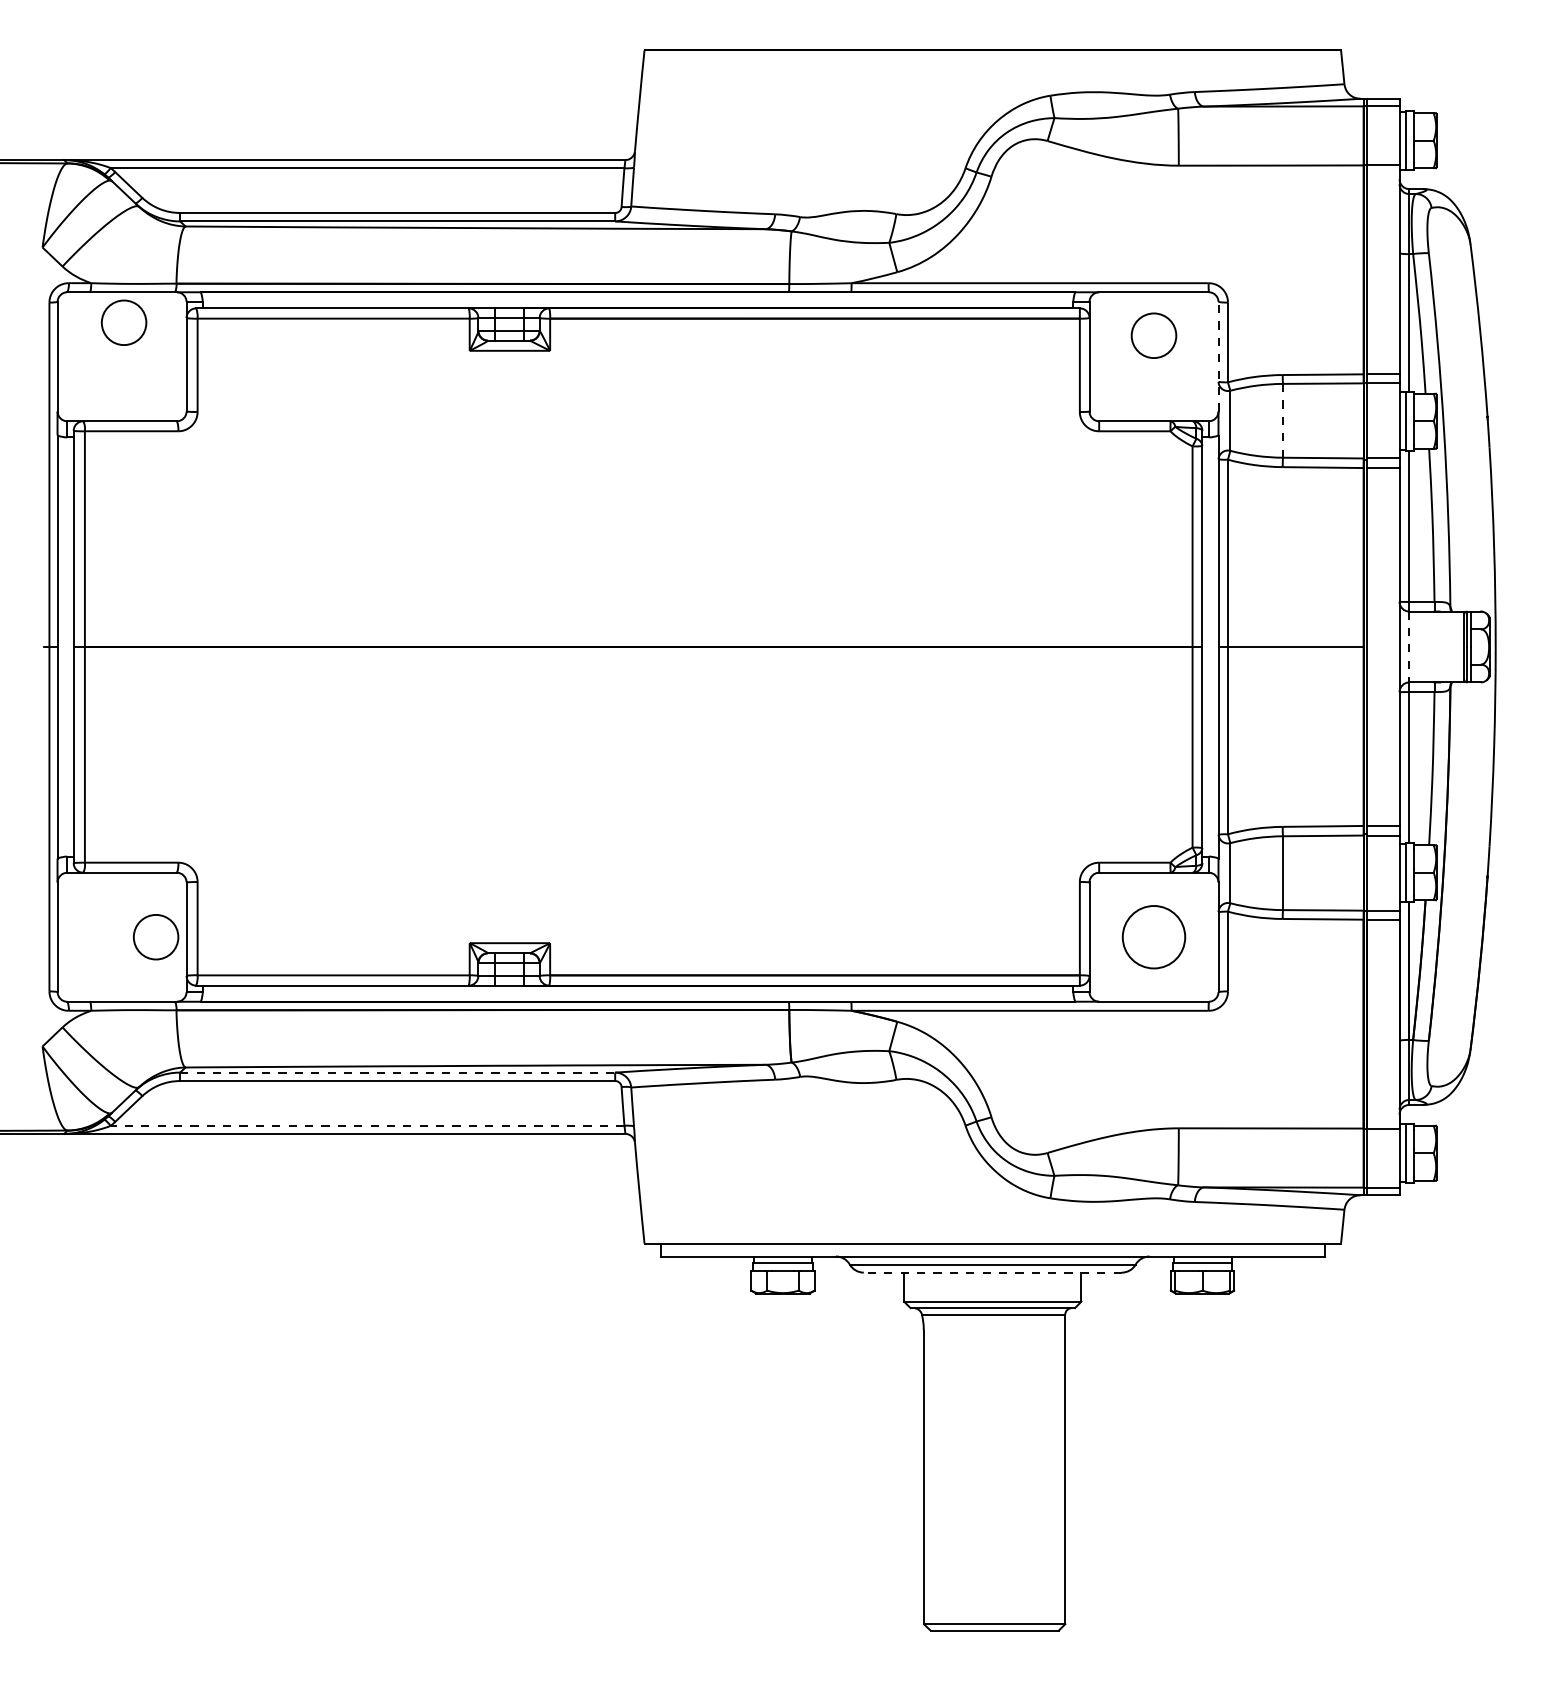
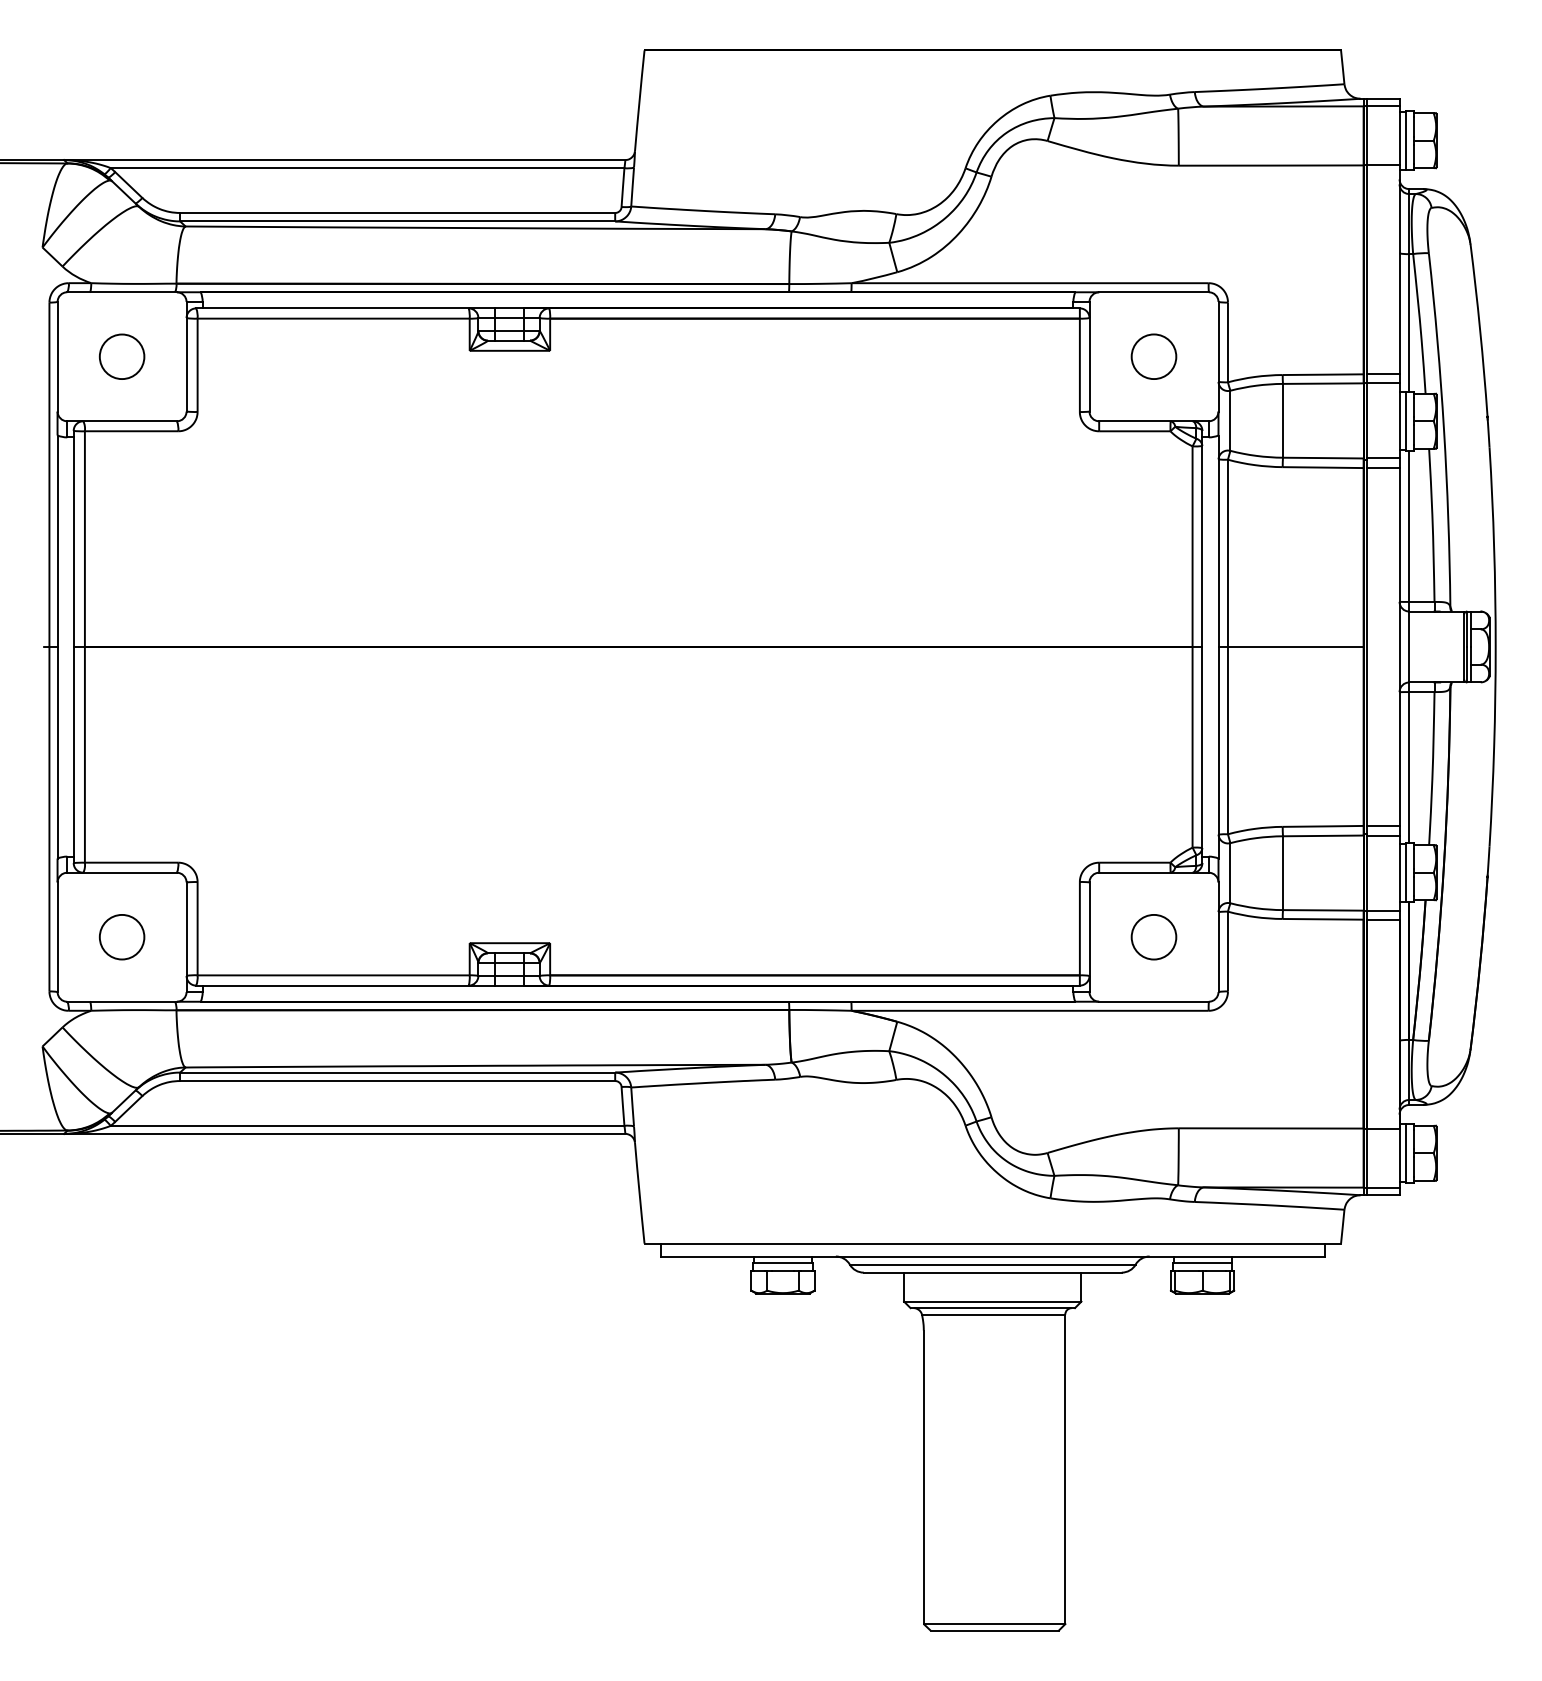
circle at (123, 322) position: (123, 322) -> (121, 356)
circle at (1153, 335) position: (1153, 335) -> (1153, 356)
line at (1218, 356): dashed -> solid
line at (1283, 420): dashed -> solid
line at (1409, 647): dashed -> solid
circle at (155, 937) position: (155, 937) -> (121, 937)
circle at (1153, 937) diameter: 62 px -> 45 px
line at (397, 1072): dashed -> solid
line at (367, 1125): dashed -> solid
line at (992, 1272): dashed -> solid
